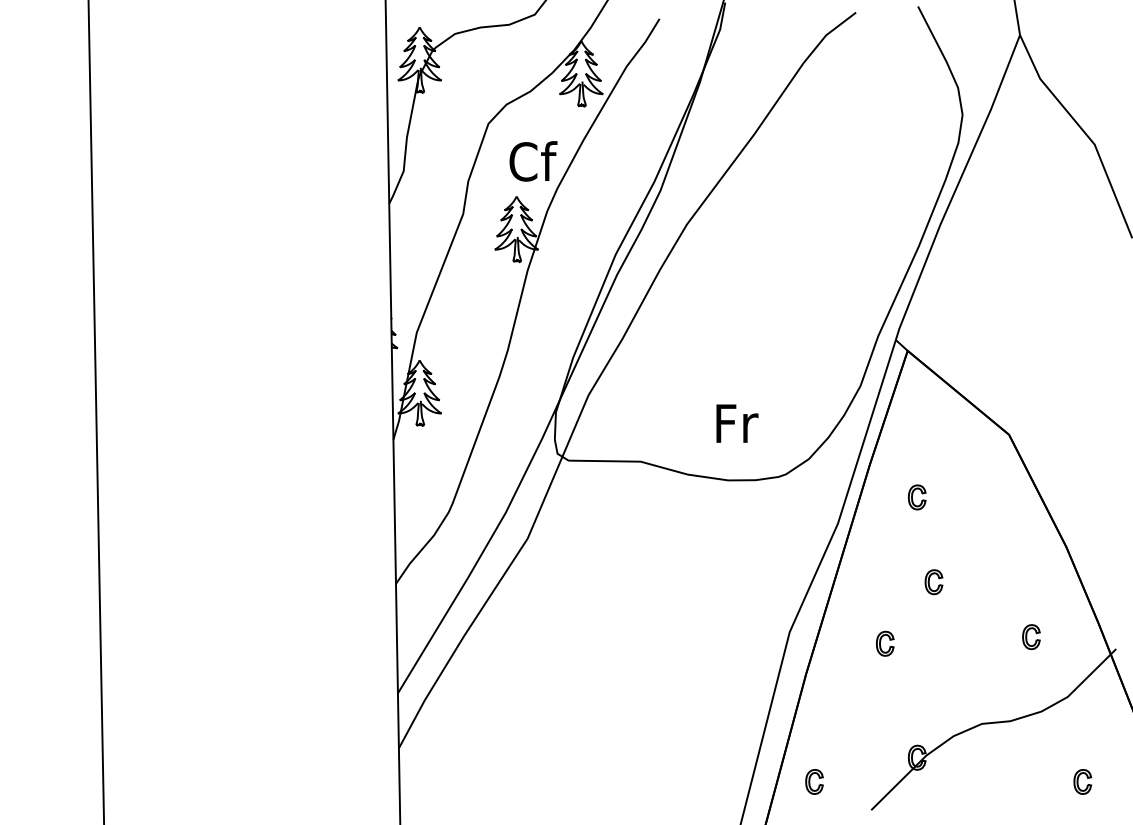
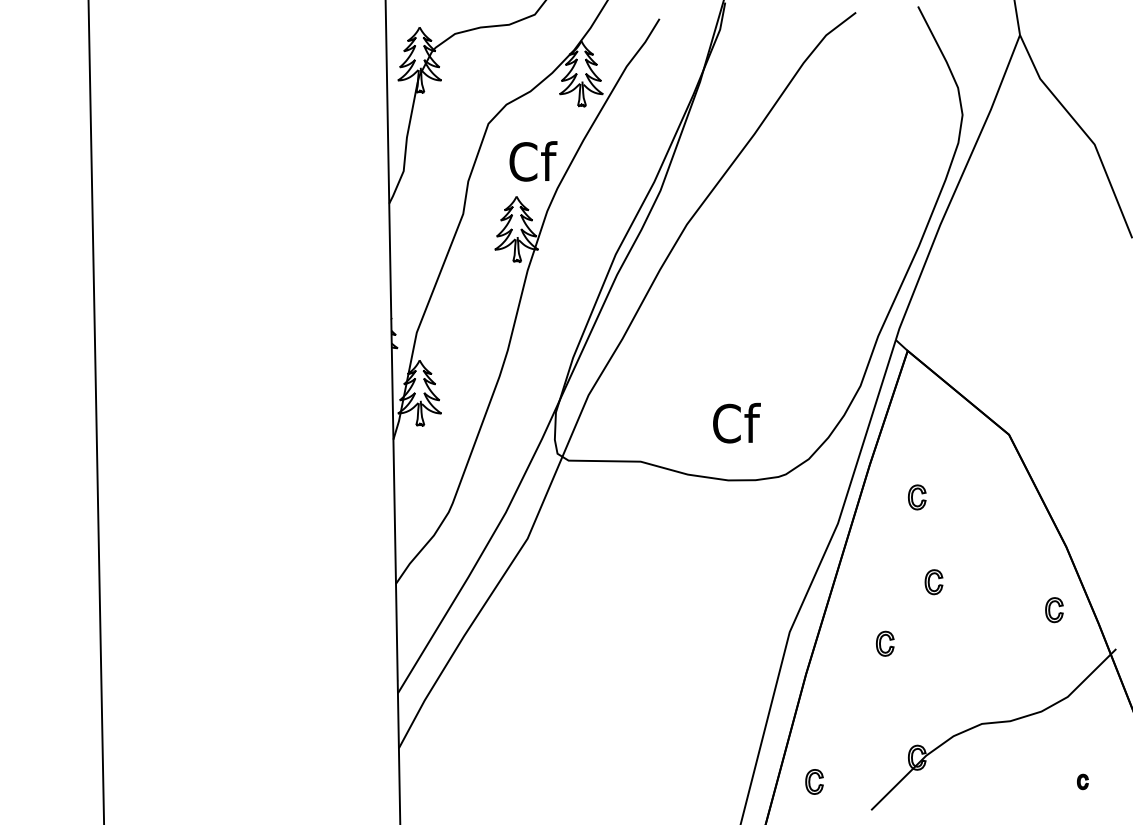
text at (736, 422): Fr -> Cf
part at (1031, 637) position: (1031, 637) -> (1054, 610)
part at (1082, 781) size: 20x26 px -> 12x18 px
